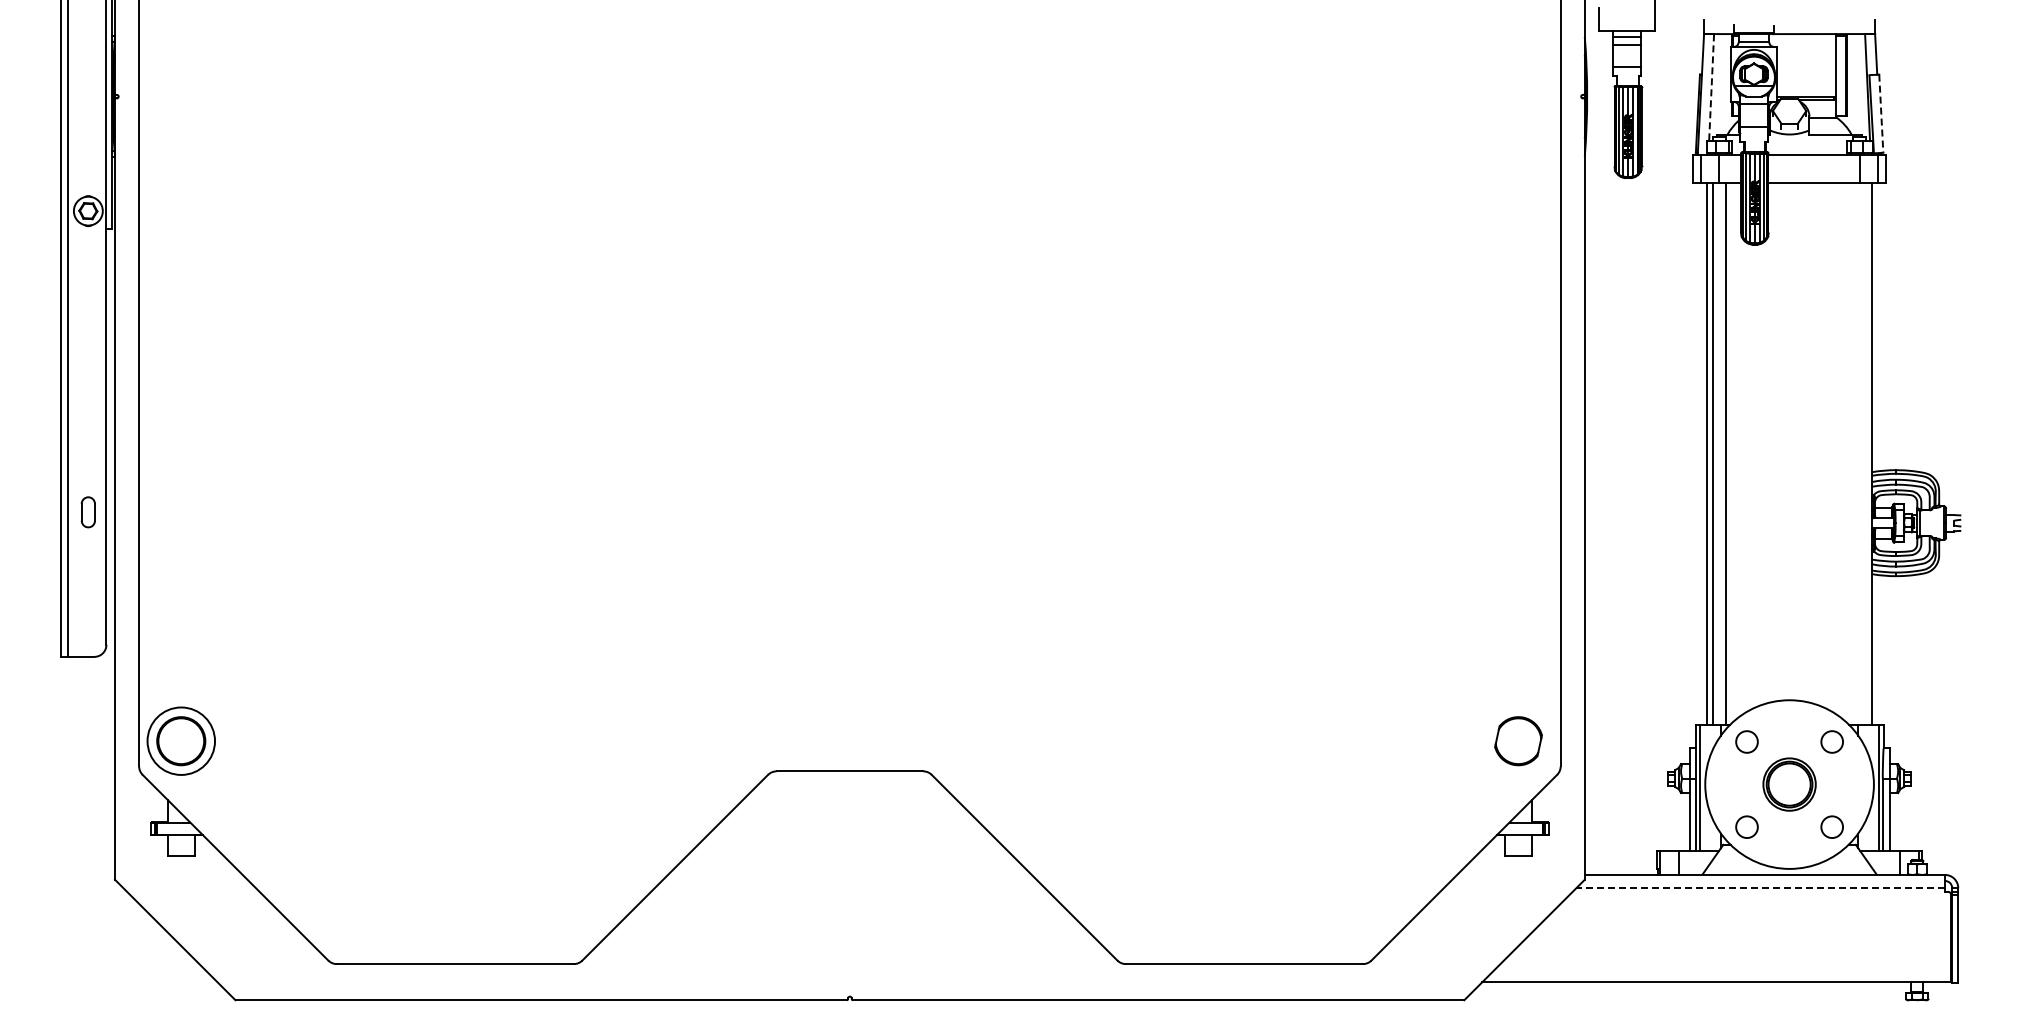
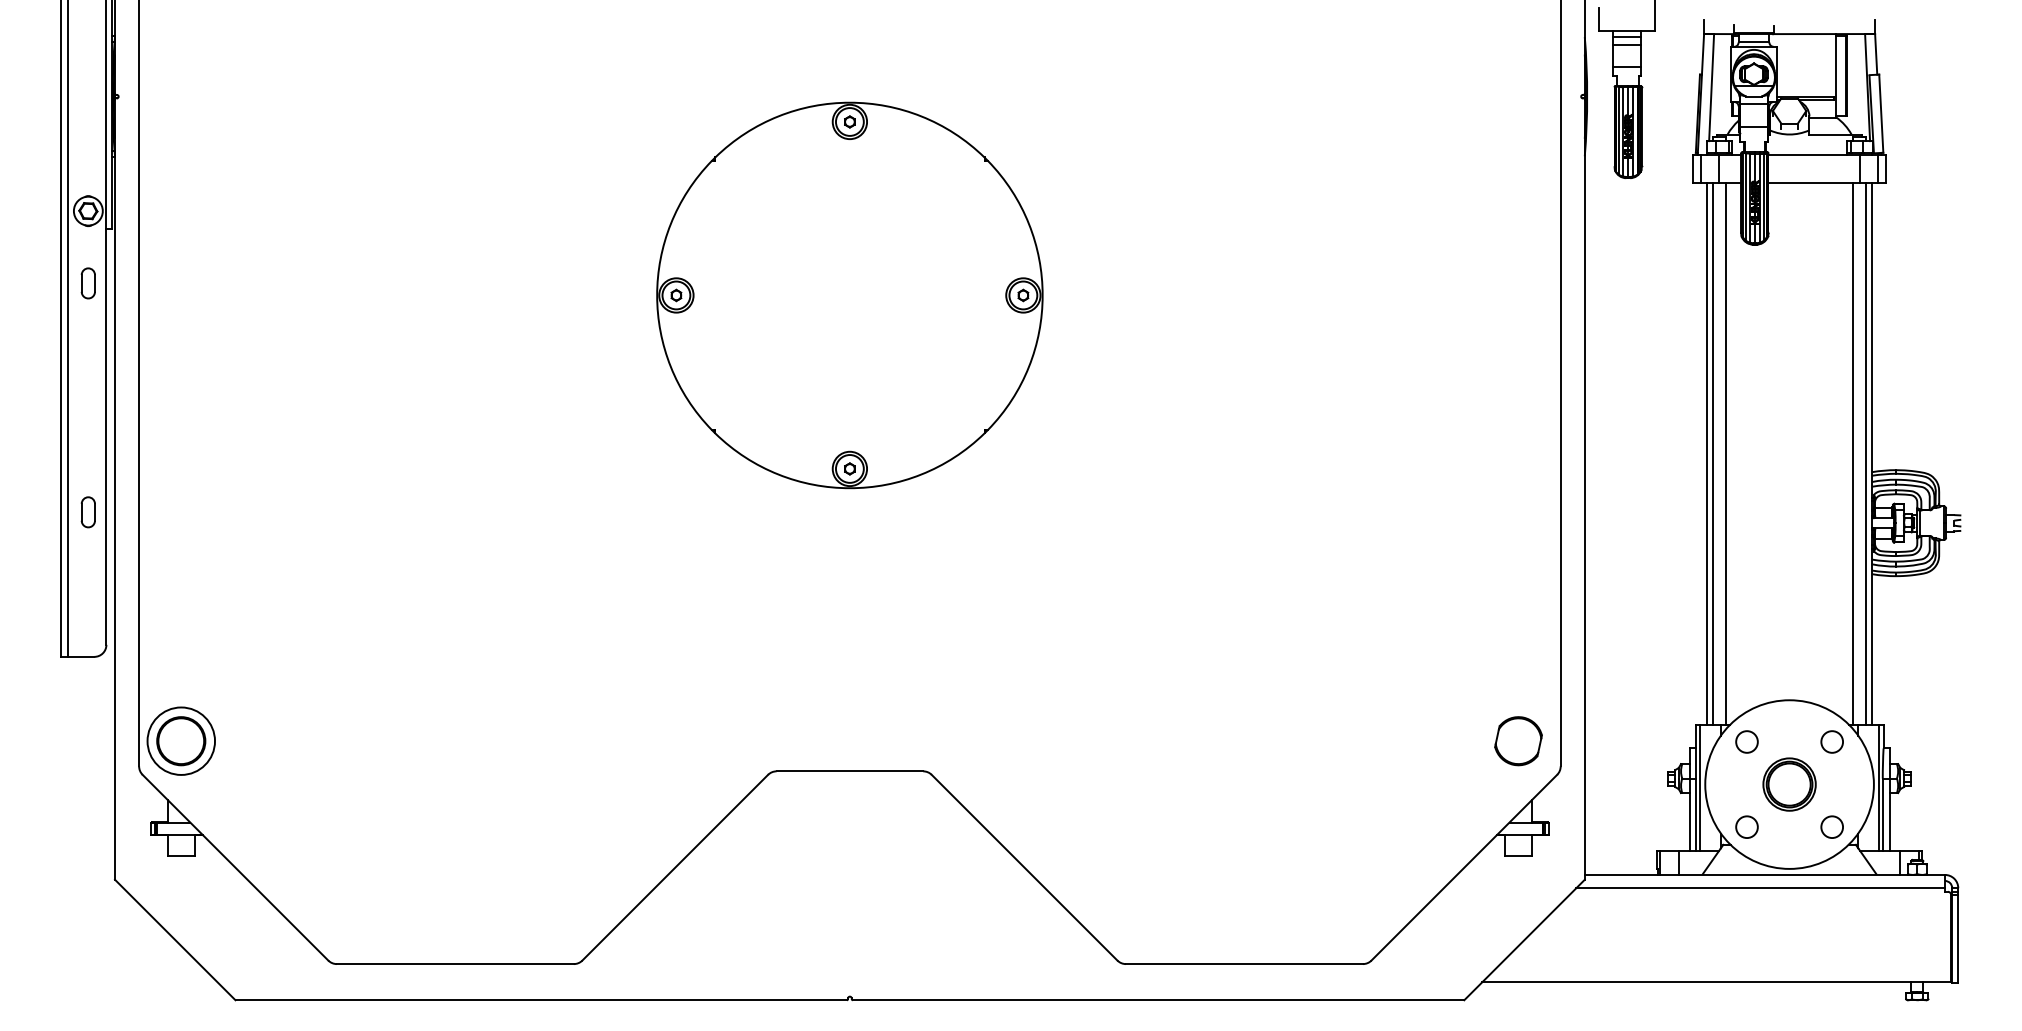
line at (1711, 88): dashed -> solid
line at (1881, 114): dashed -> solid
part at (87, 283): none -> present
part at (849, 295): none -> present
line at (1853, 453): none -> present
line at (1866, 453): none -> present
line at (1760, 888): dashed -> solid
